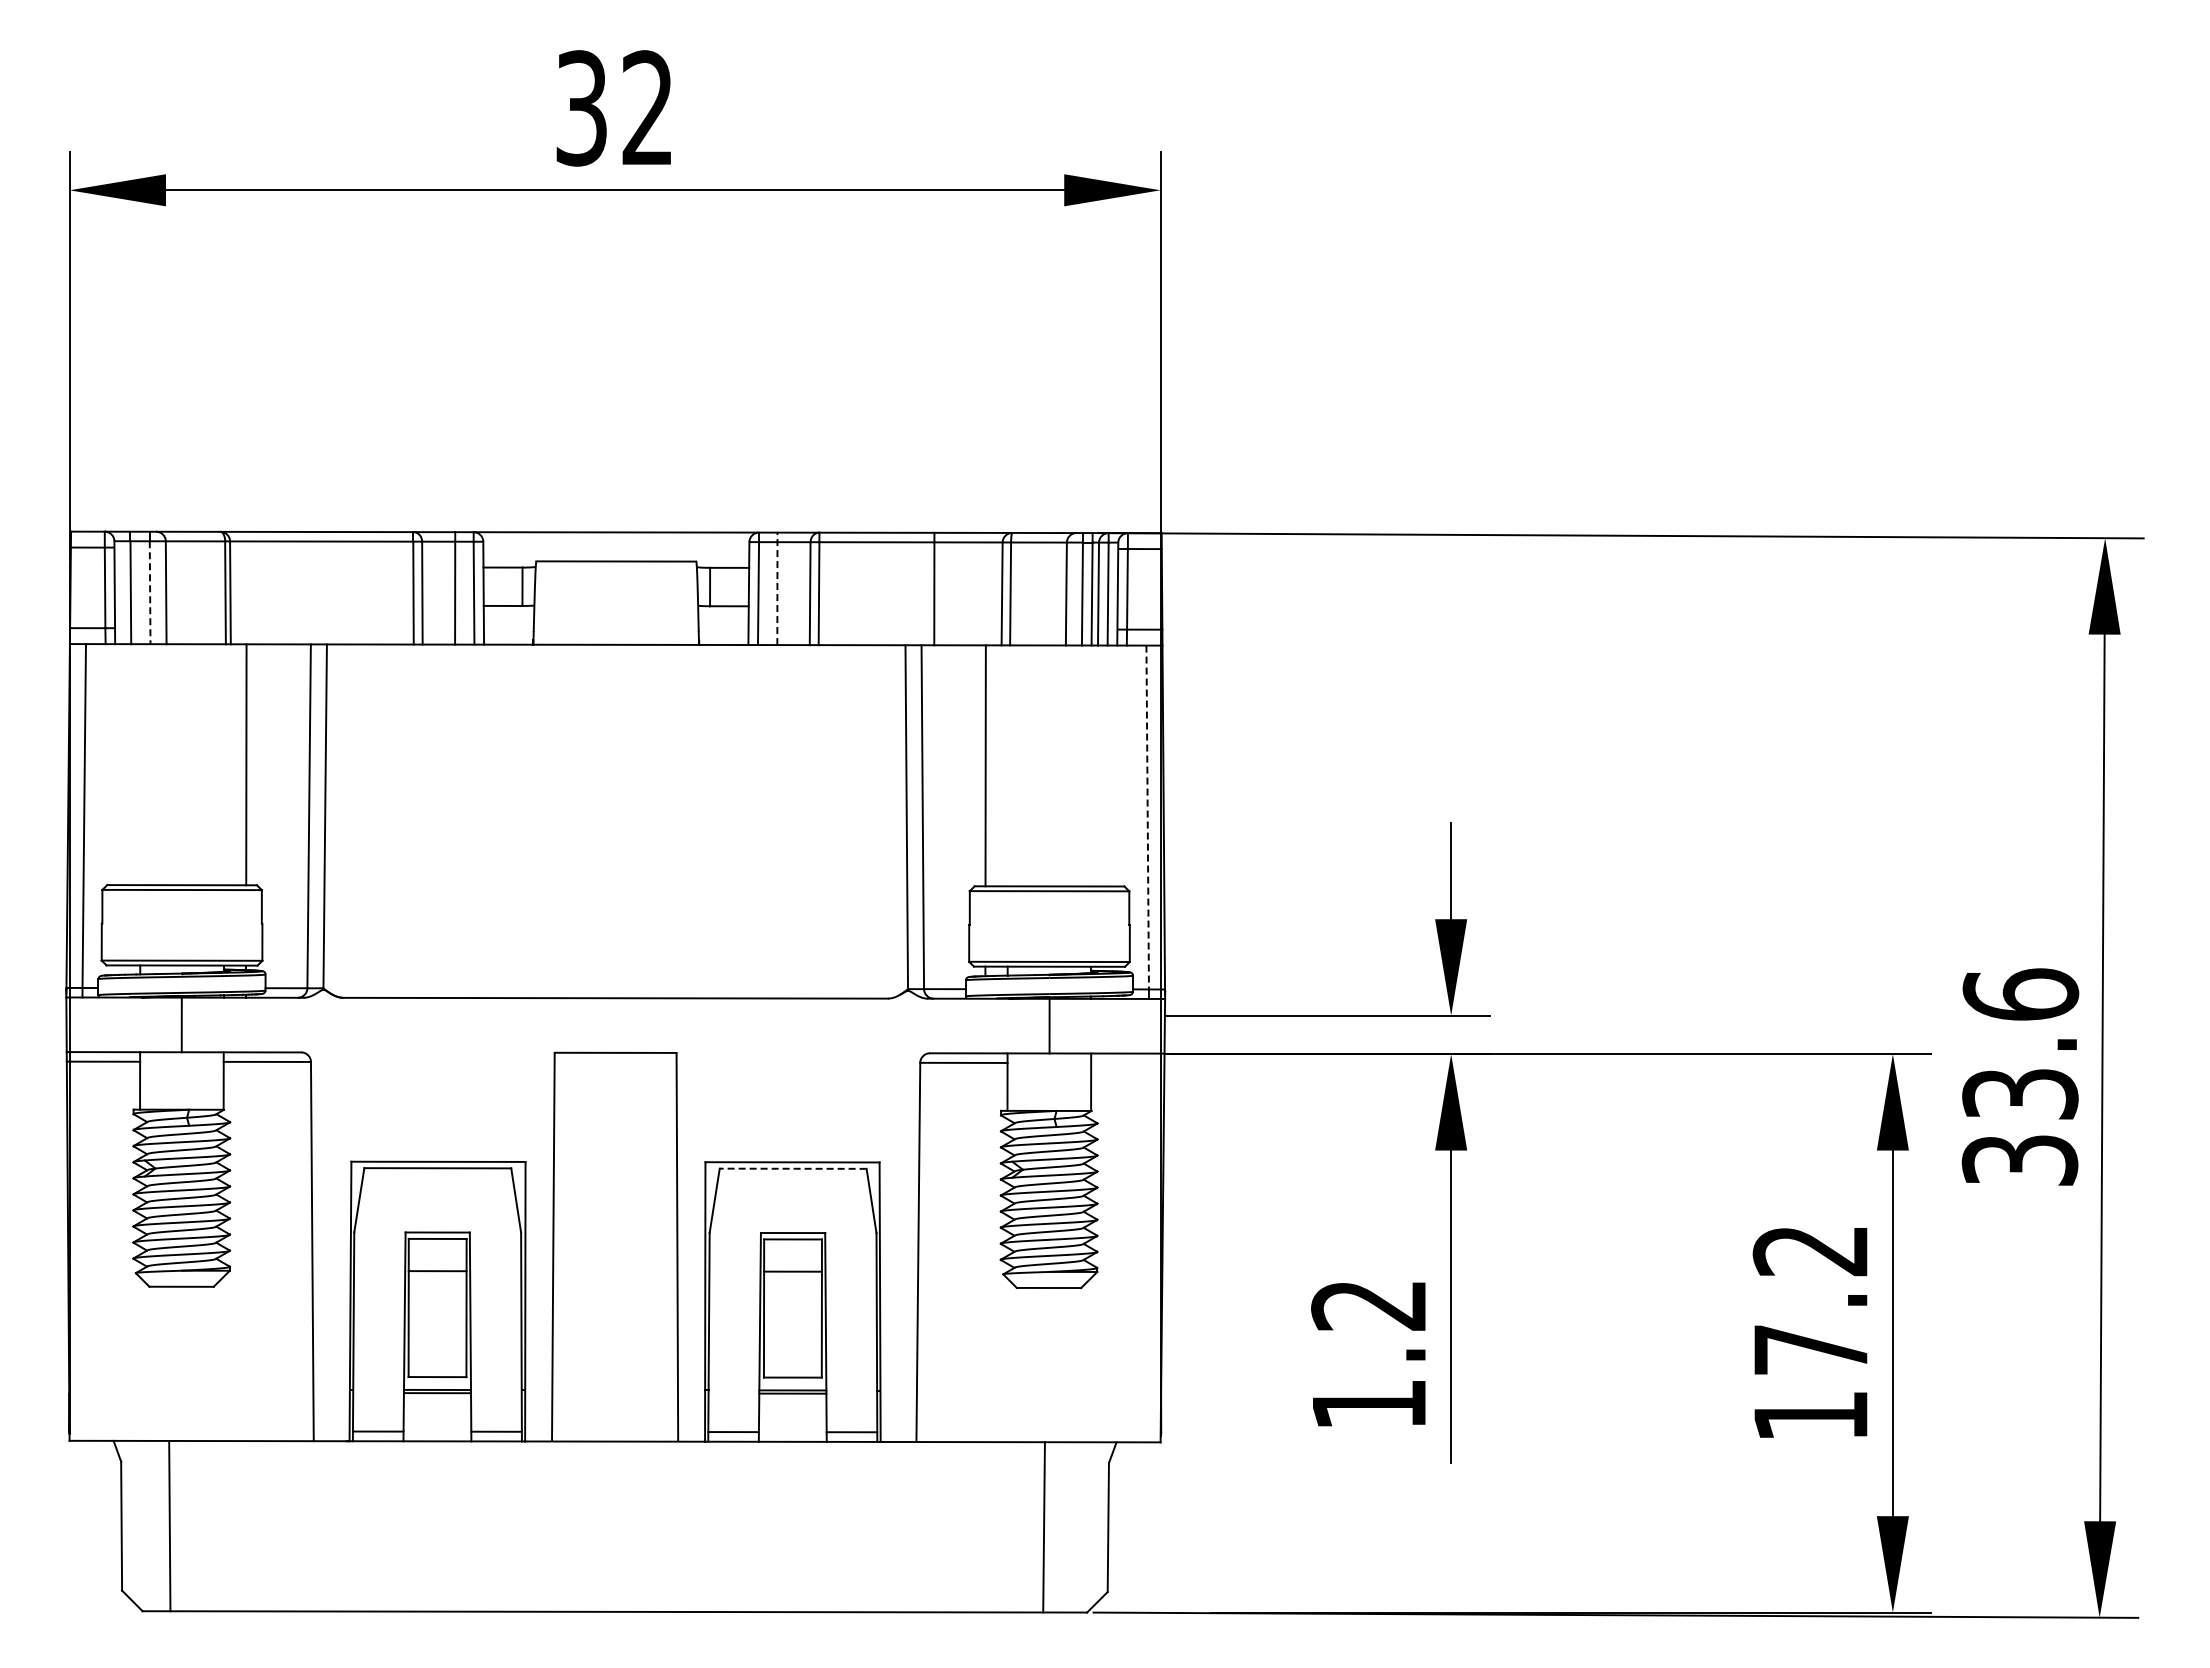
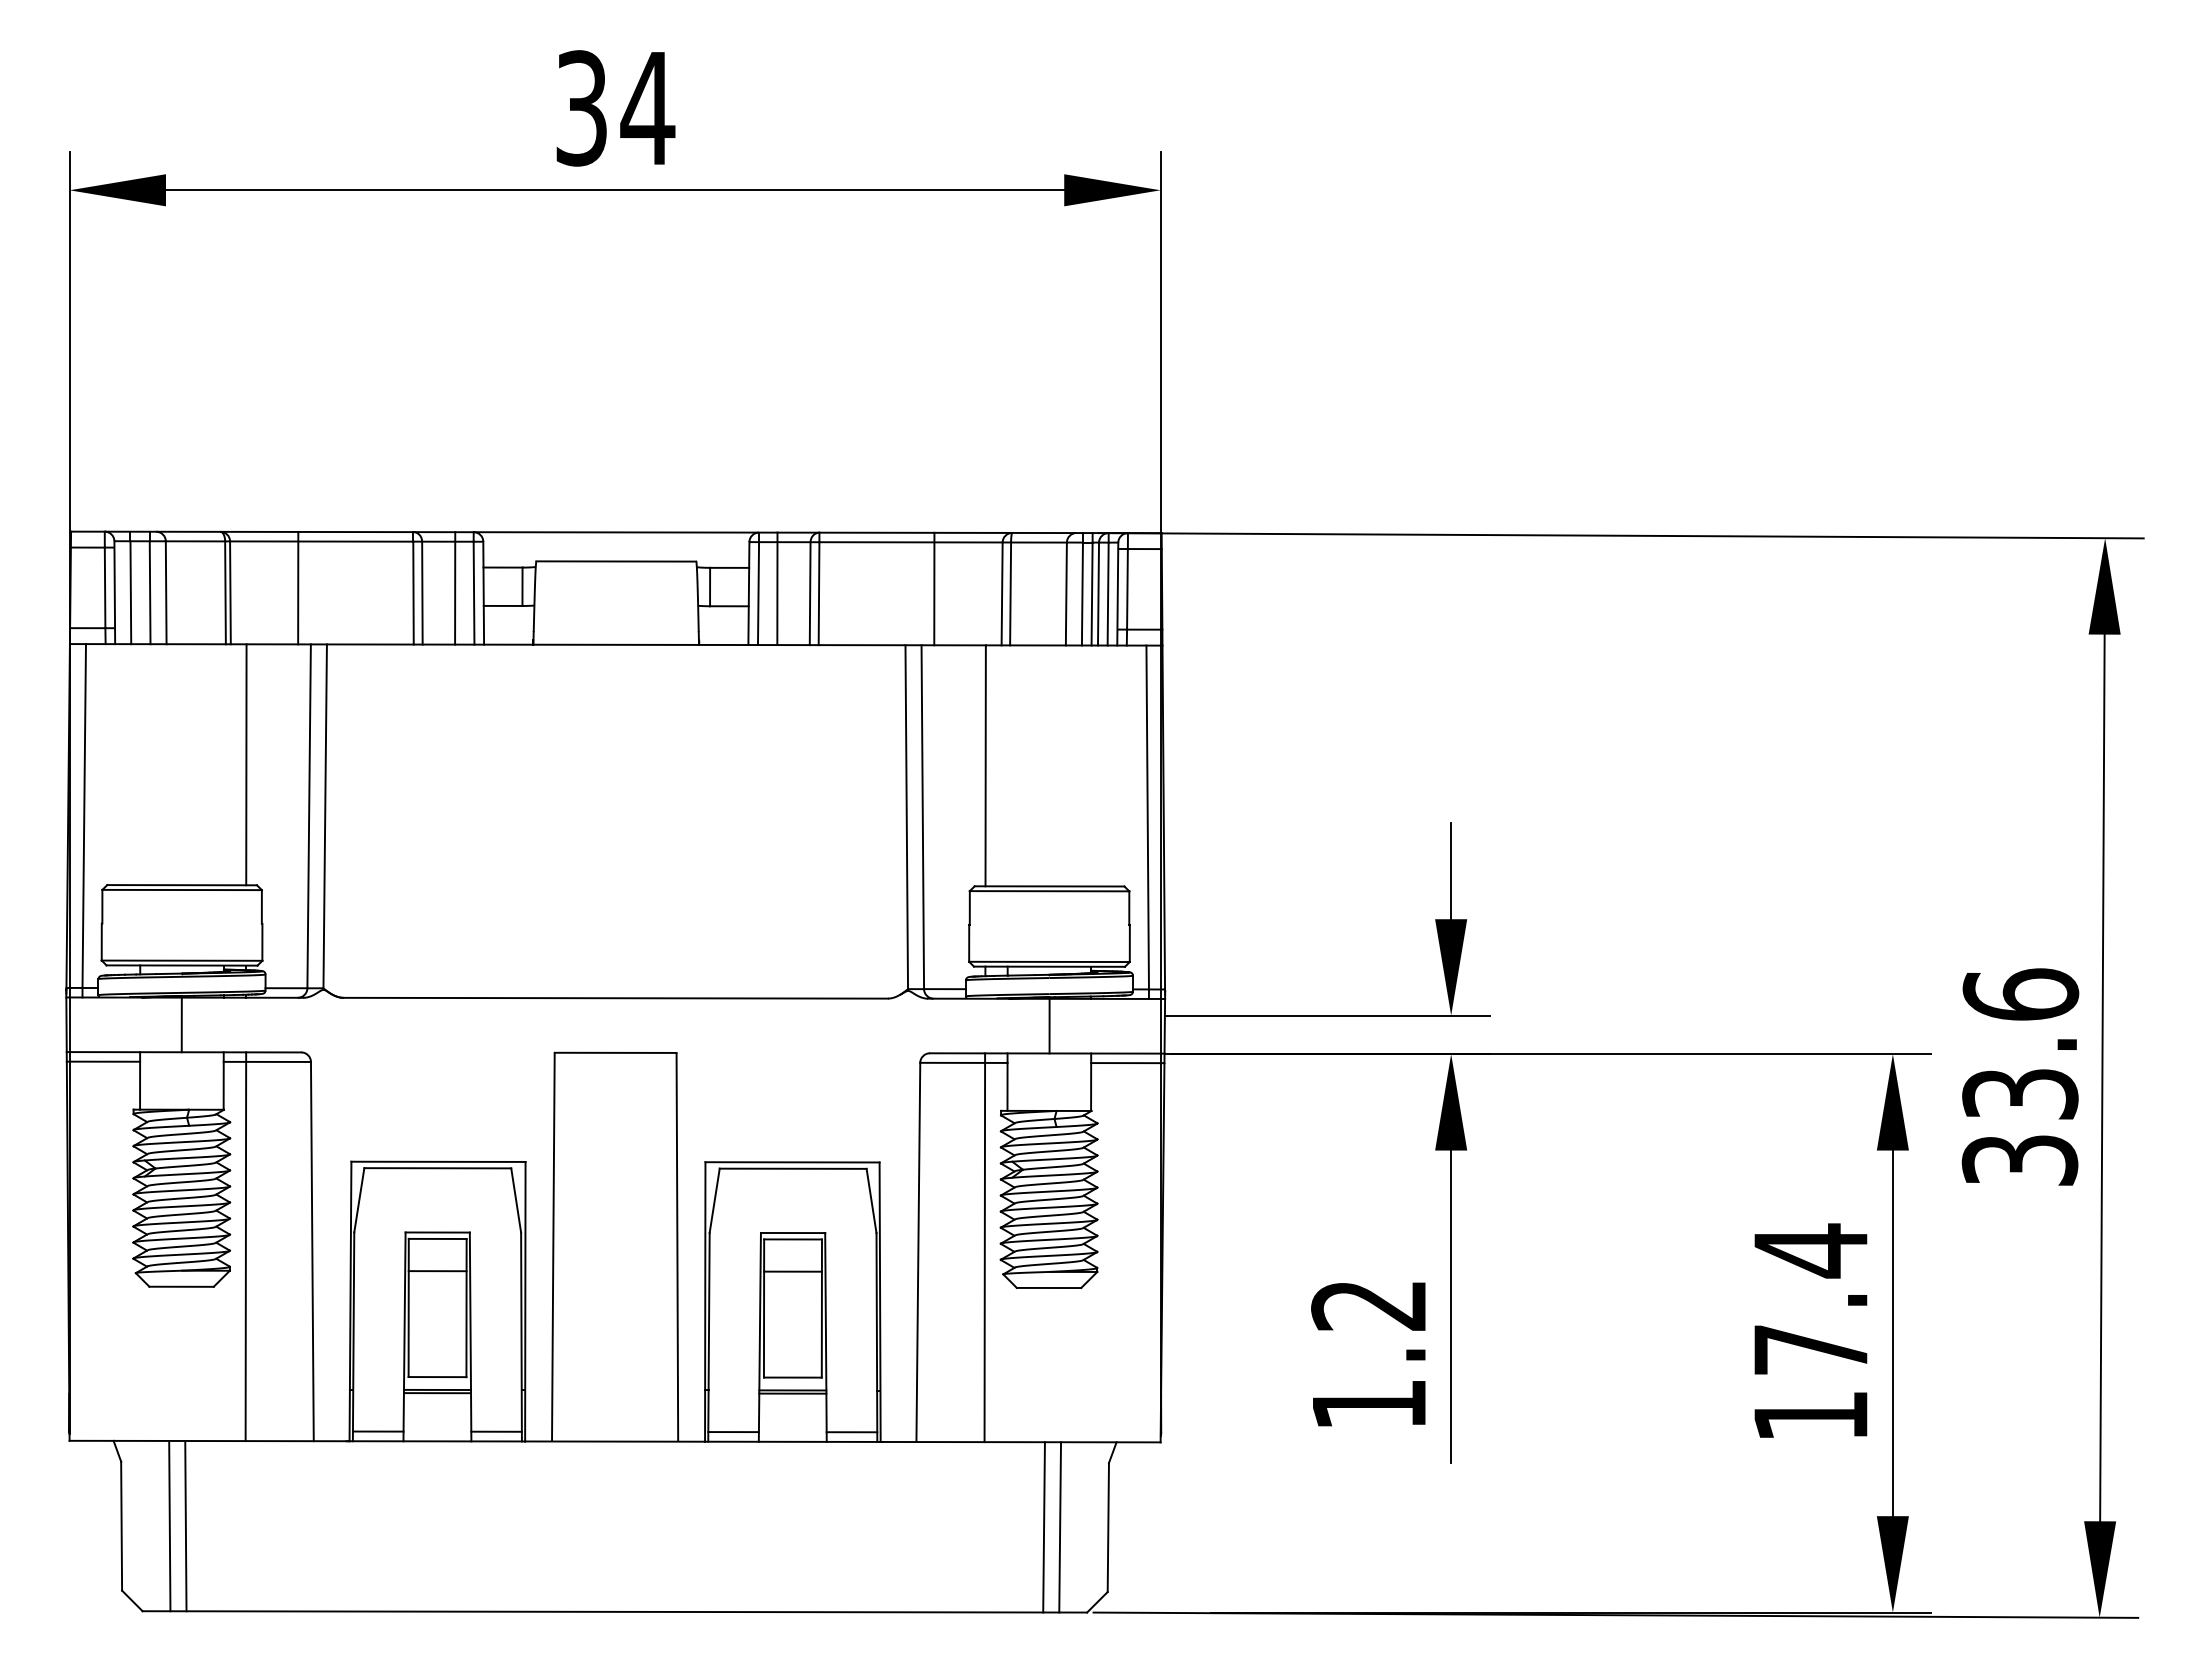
text at (647, 107): 32 -> 34
line at (298, 587): none -> present
line at (777, 588): dashed -> solid
line at (150, 593): dashed -> solid
line at (1147, 817): dashed -> solid
line at (1127, 1063): none -> present
line at (792, 1168): dashed -> solid
line at (245, 1246): none -> present
line at (984, 1247): none -> present
text at (1809, 1250): 17.2 -> 17.4
line at (185, 1526): none -> present
line at (1060, 1527): none -> present
